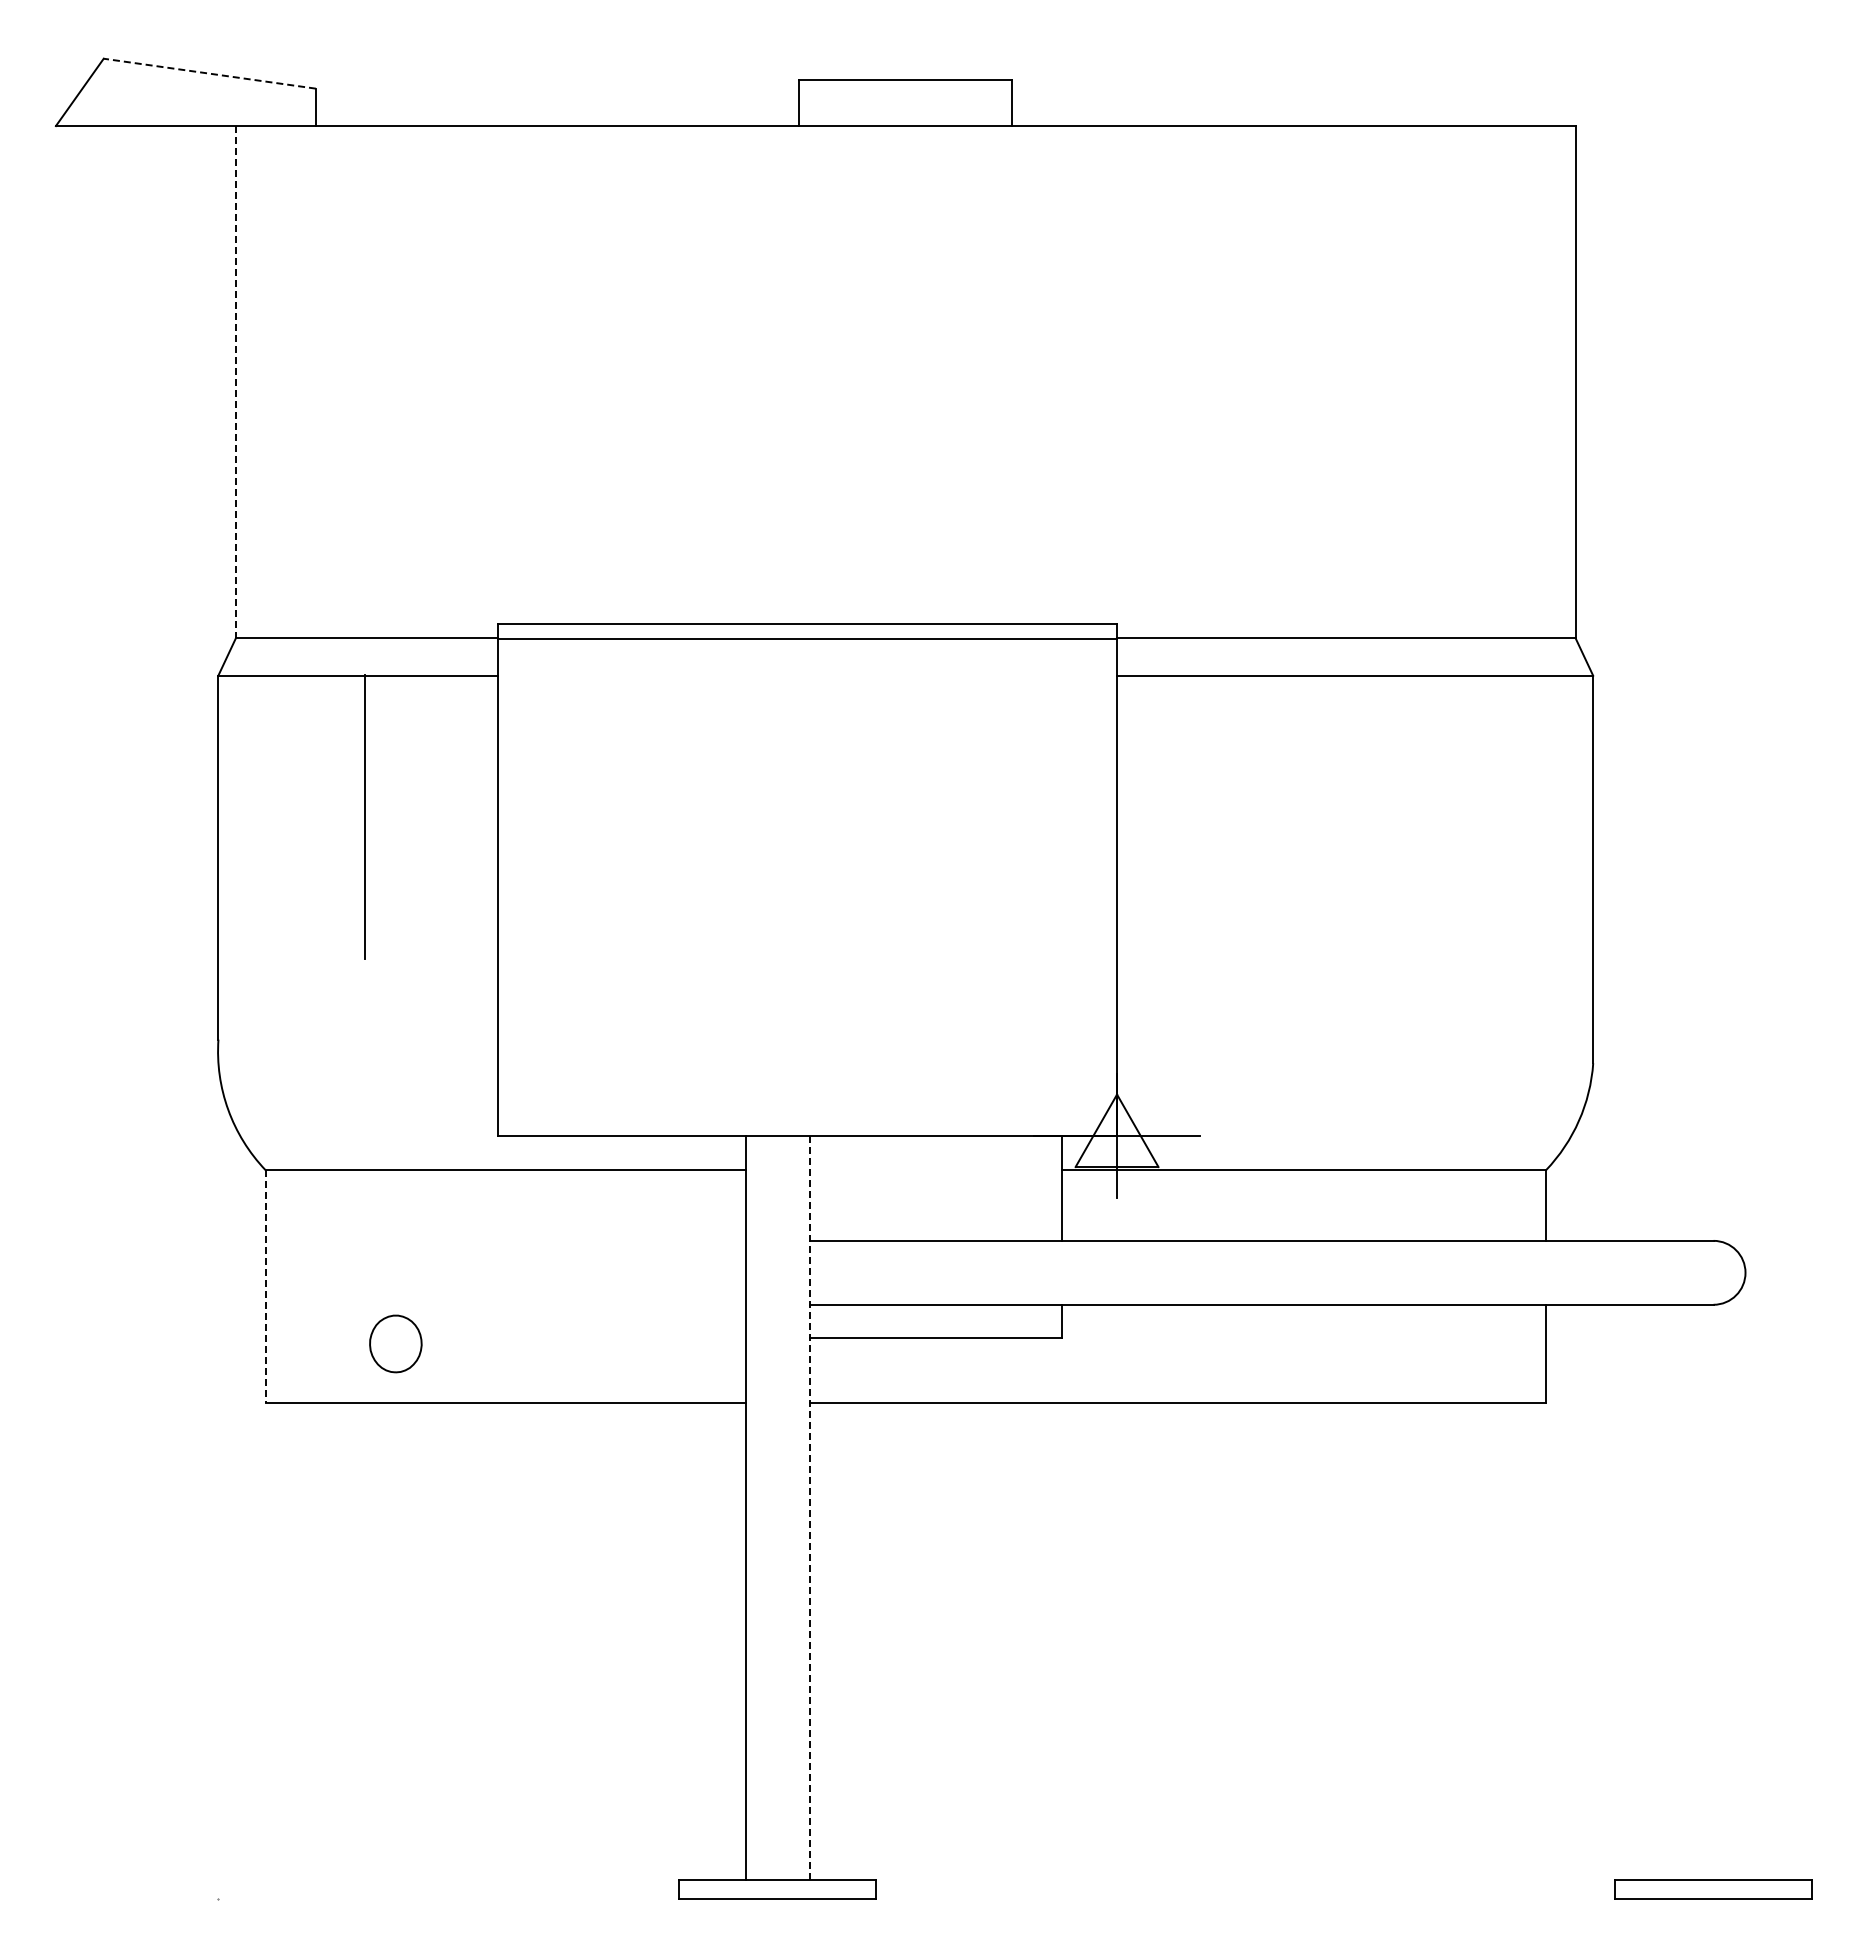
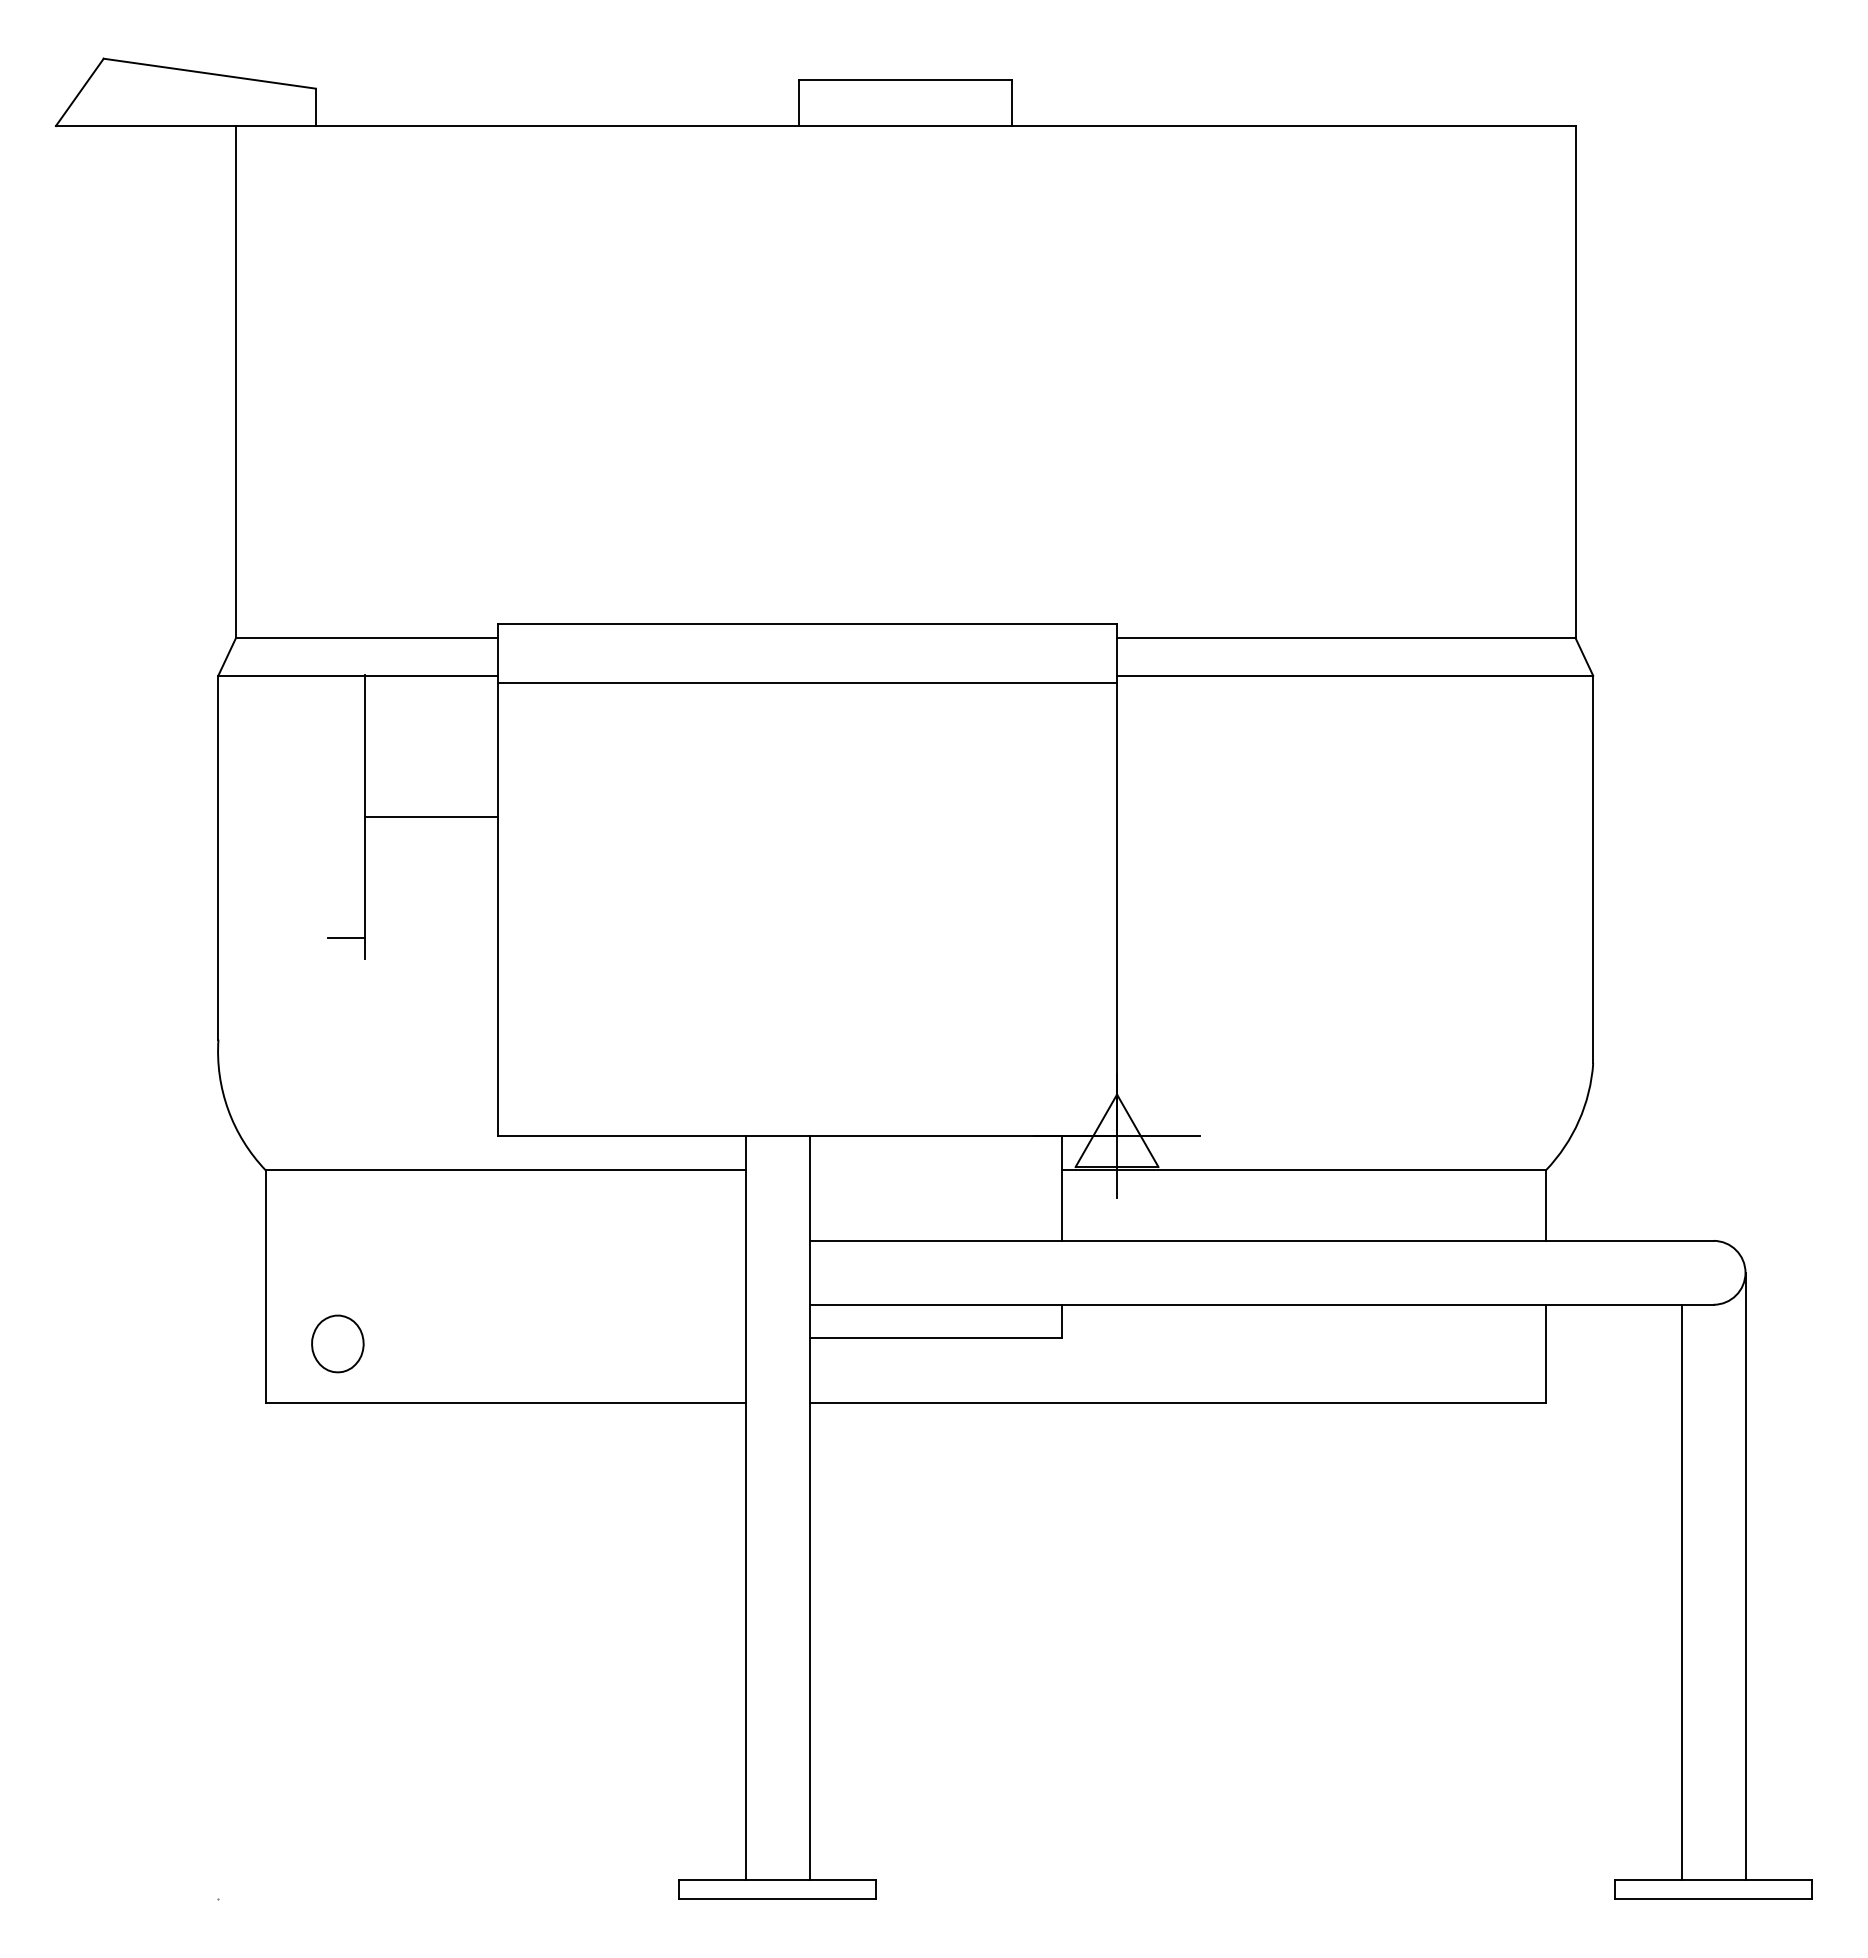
line at (209, 73): dashed -> solid
line at (235, 382): dashed -> solid
line at (807, 638) position: (807, 638) -> (807, 682)
line at (430, 817): none -> present
line at (346, 938): none -> present
line at (265, 1287): dashed -> solid
part at (395, 1343) position: (395, 1343) -> (337, 1343)
line at (809, 1507): dashed -> solid
line at (1745, 1575): none -> present
line at (1681, 1591): none -> present
